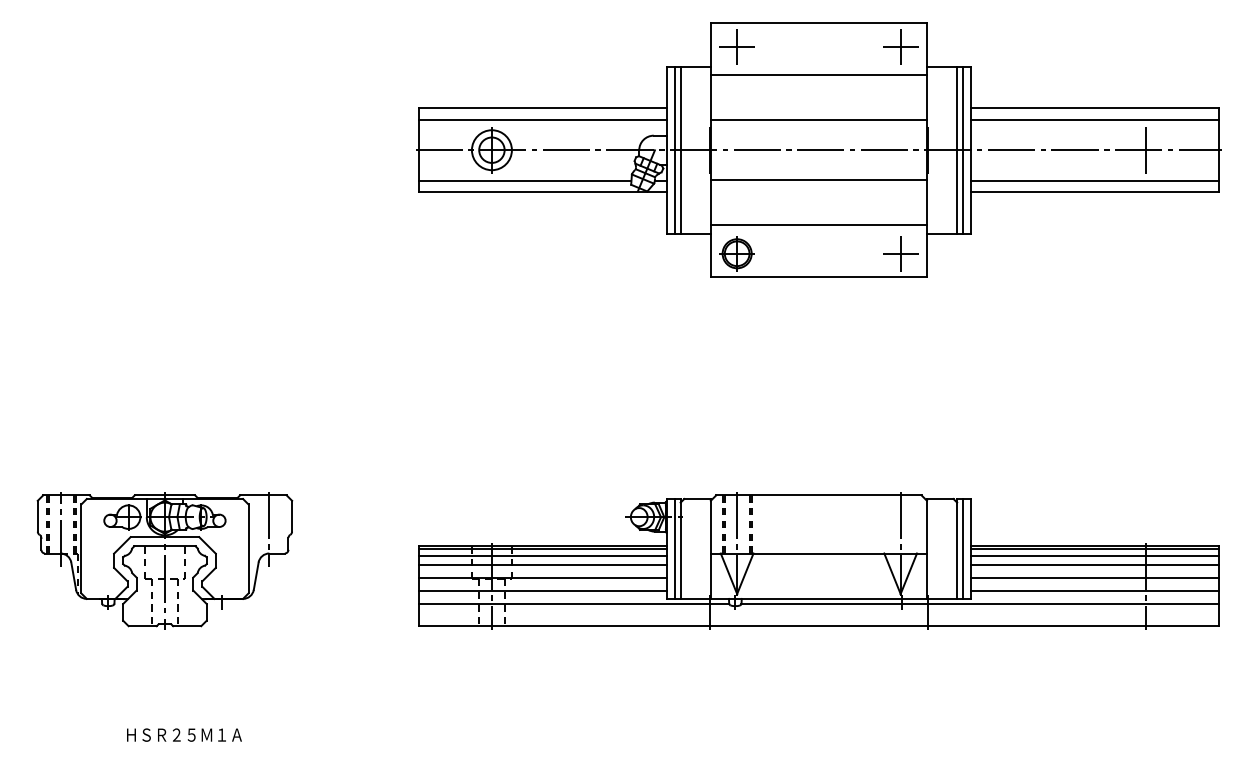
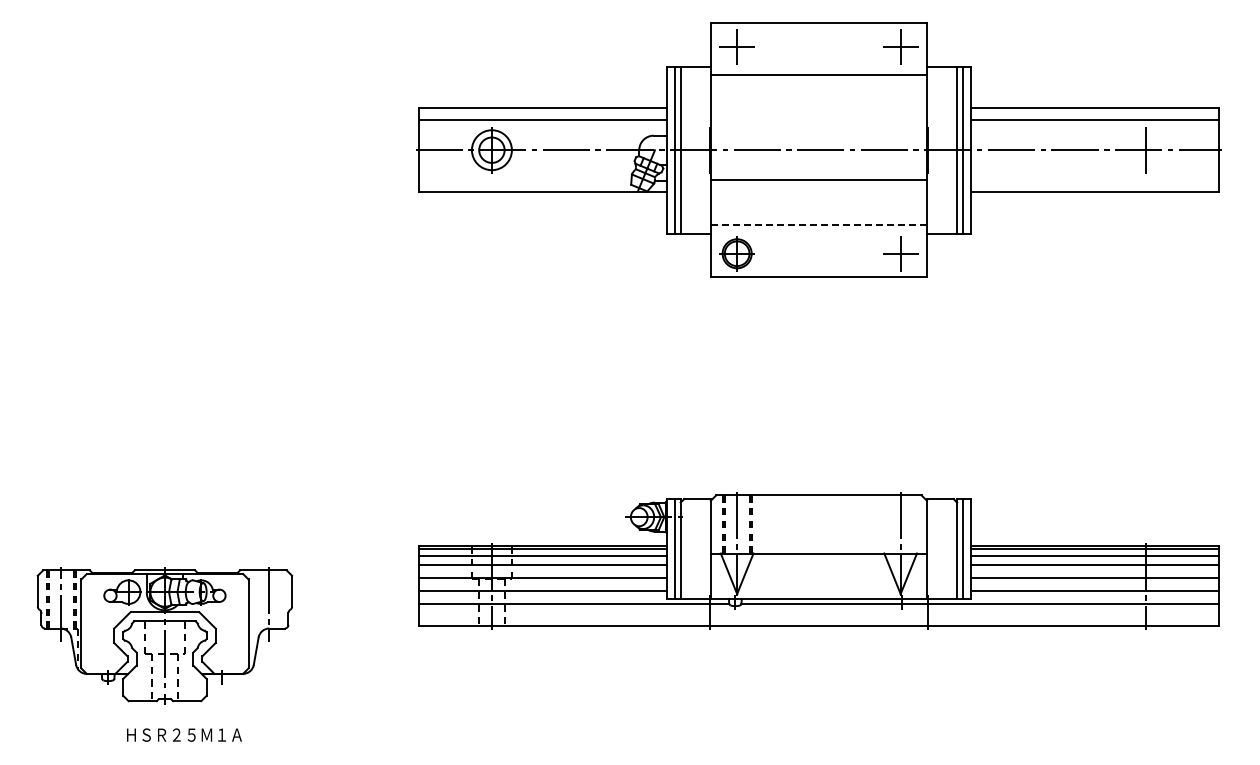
line at (818, 120): present -> none
line at (525, 180): present -> none
line at (1094, 180): present -> none
line at (819, 225): solid -> dashed
part at (164, 560) position: (164, 560) -> (164, 635)
